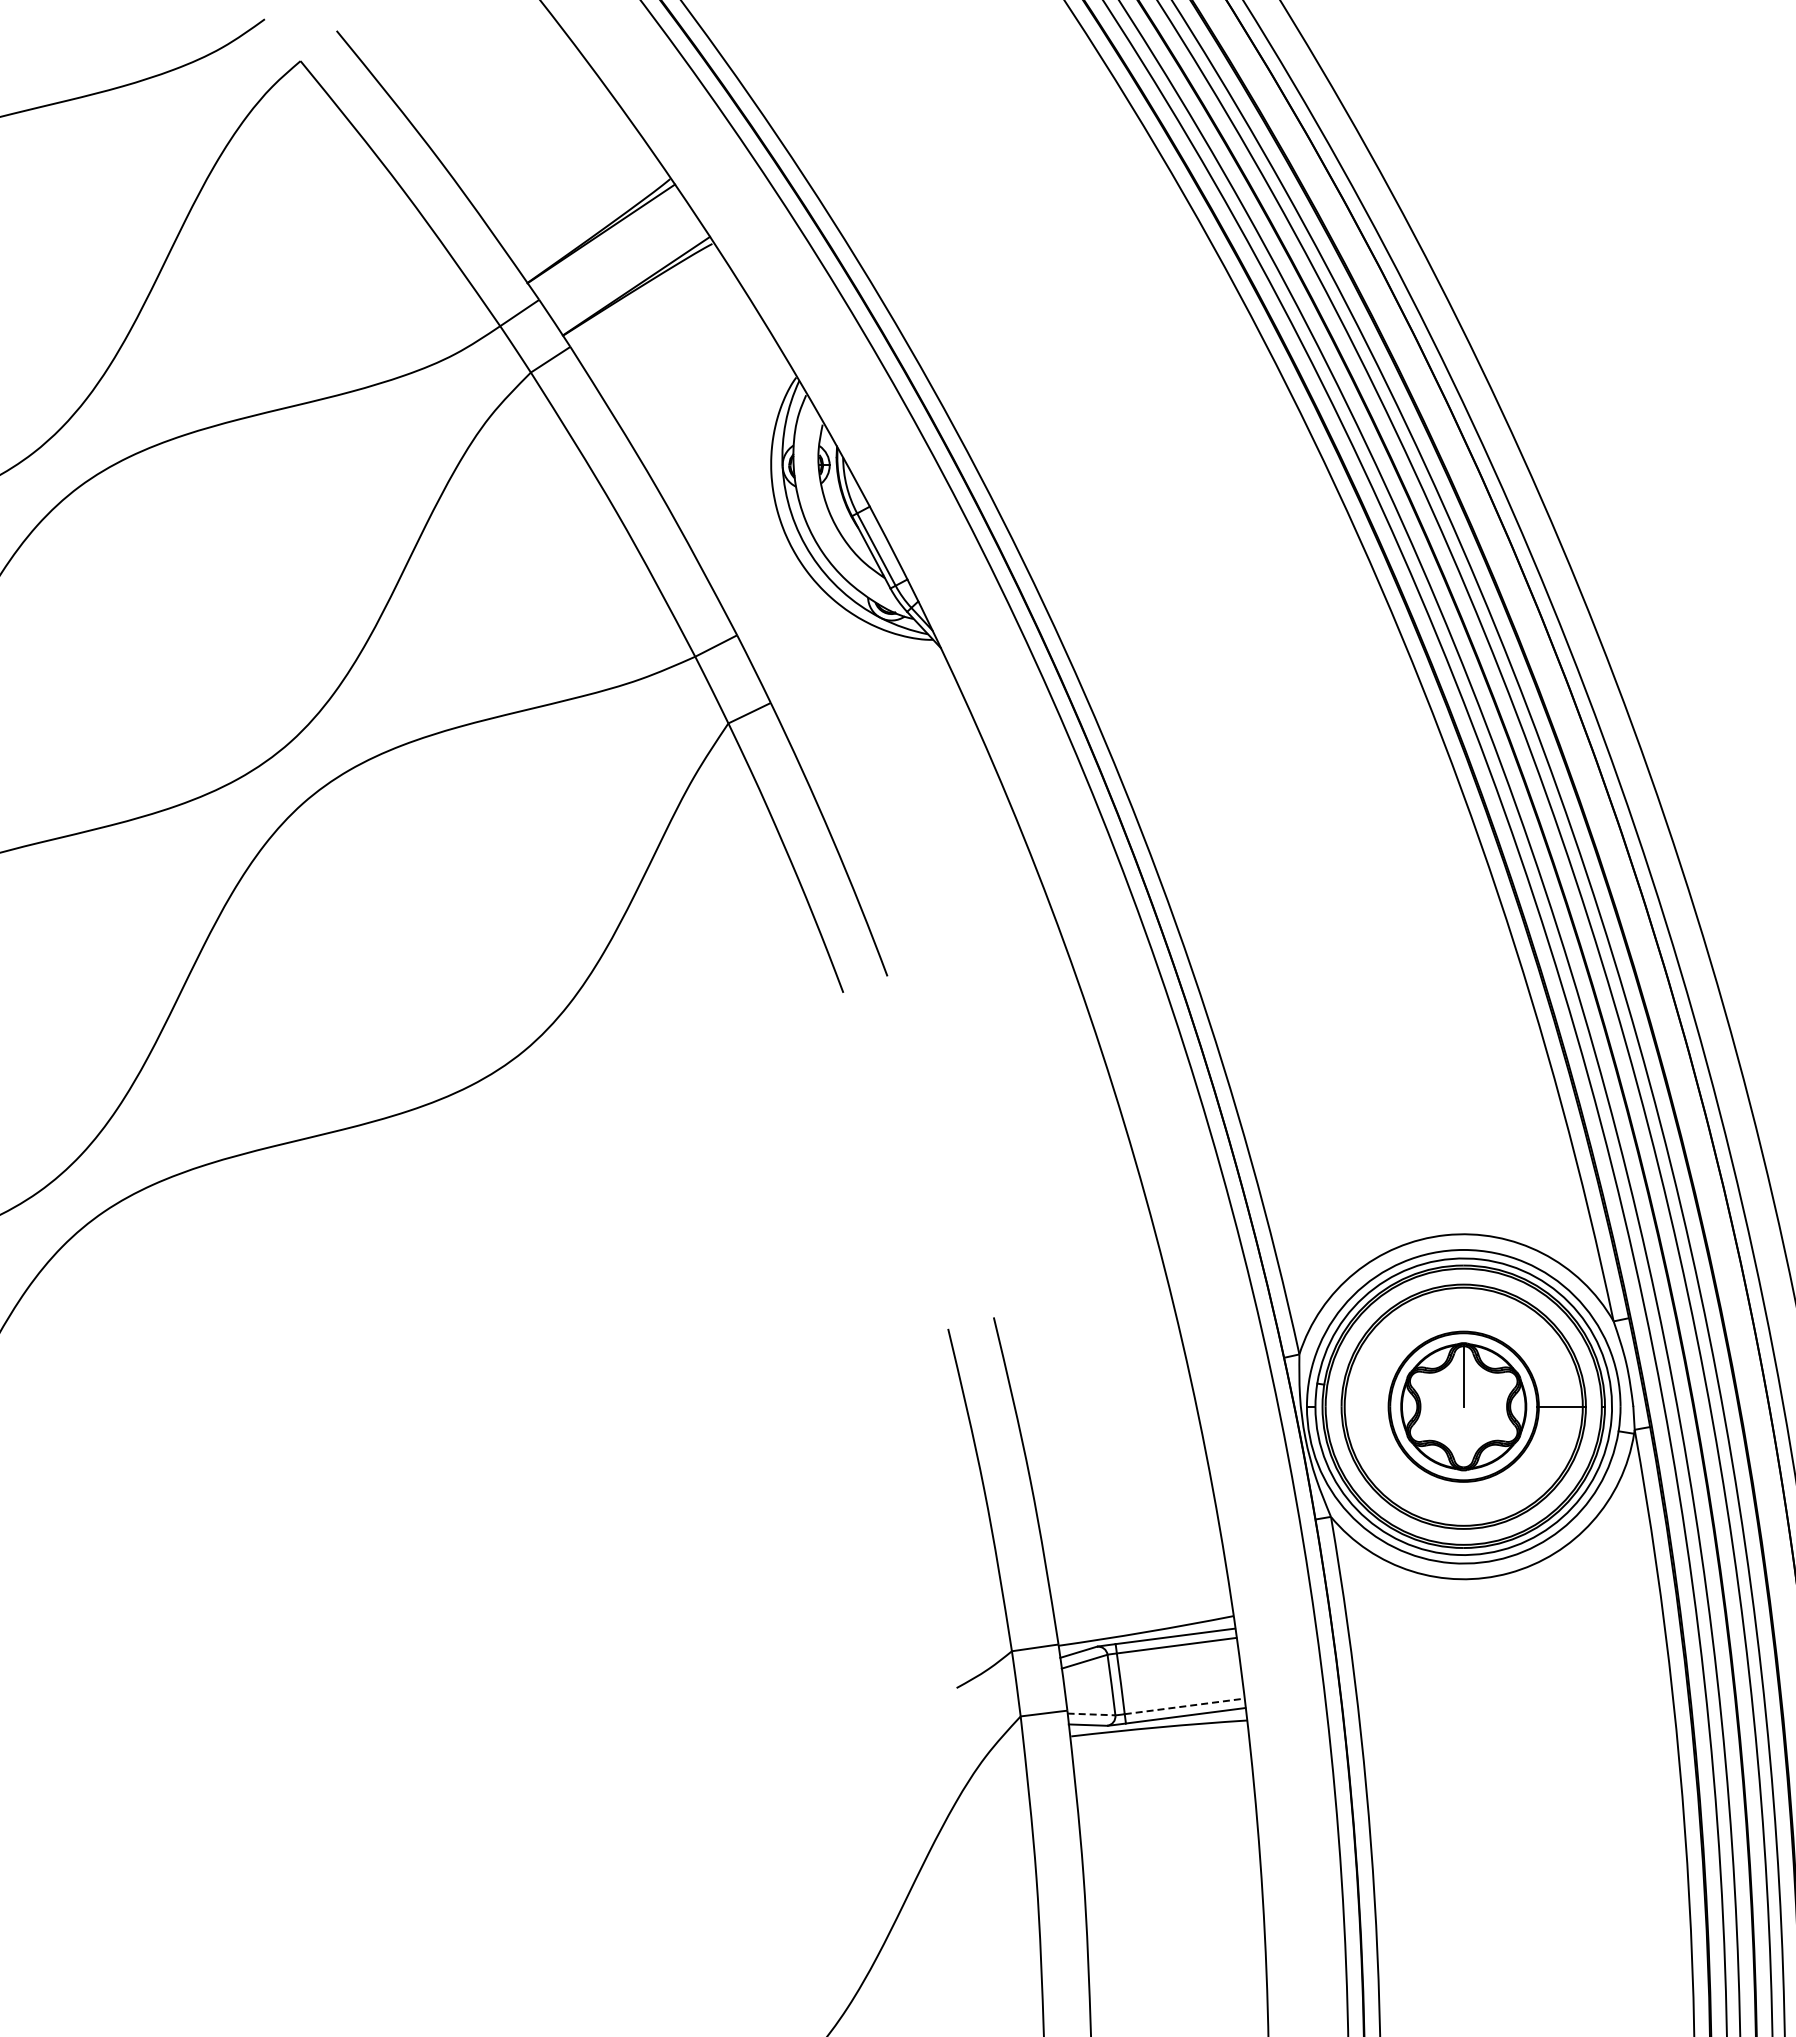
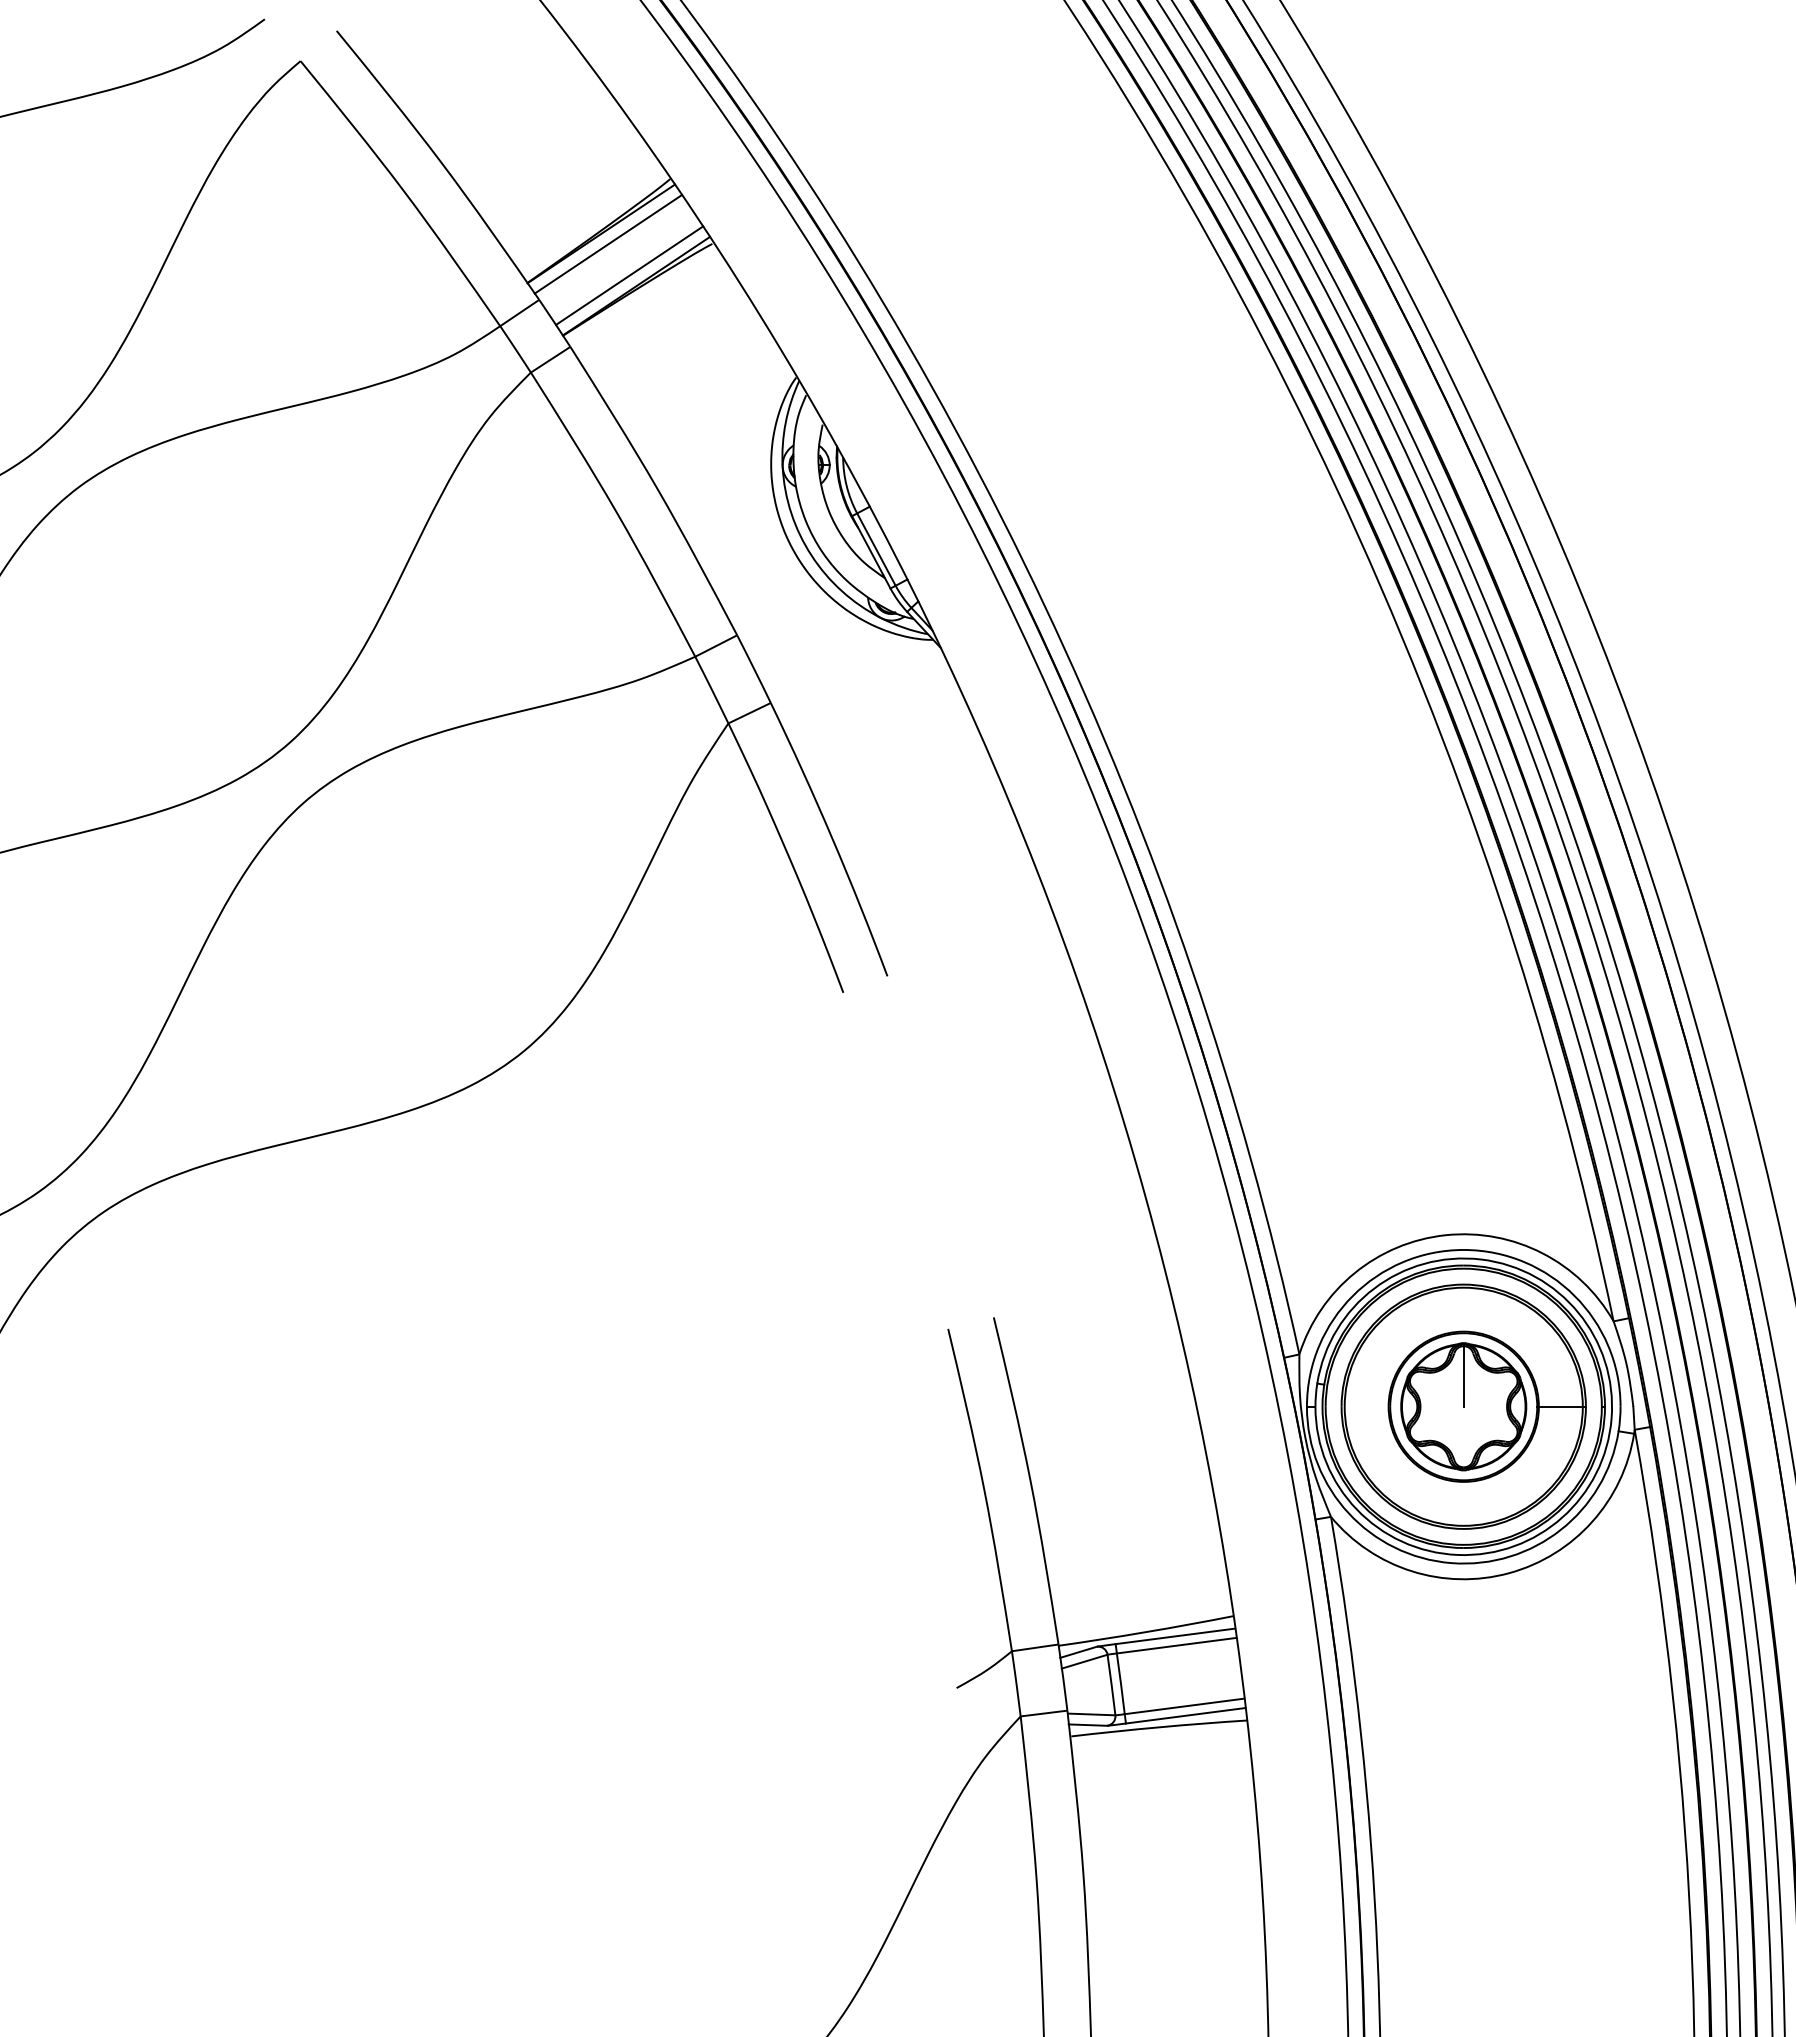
line at (608, 243): none -> present
line at (629, 275): none -> present
line at (1185, 1706): dashed -> solid
line at (1090, 1714): dashed -> solid
